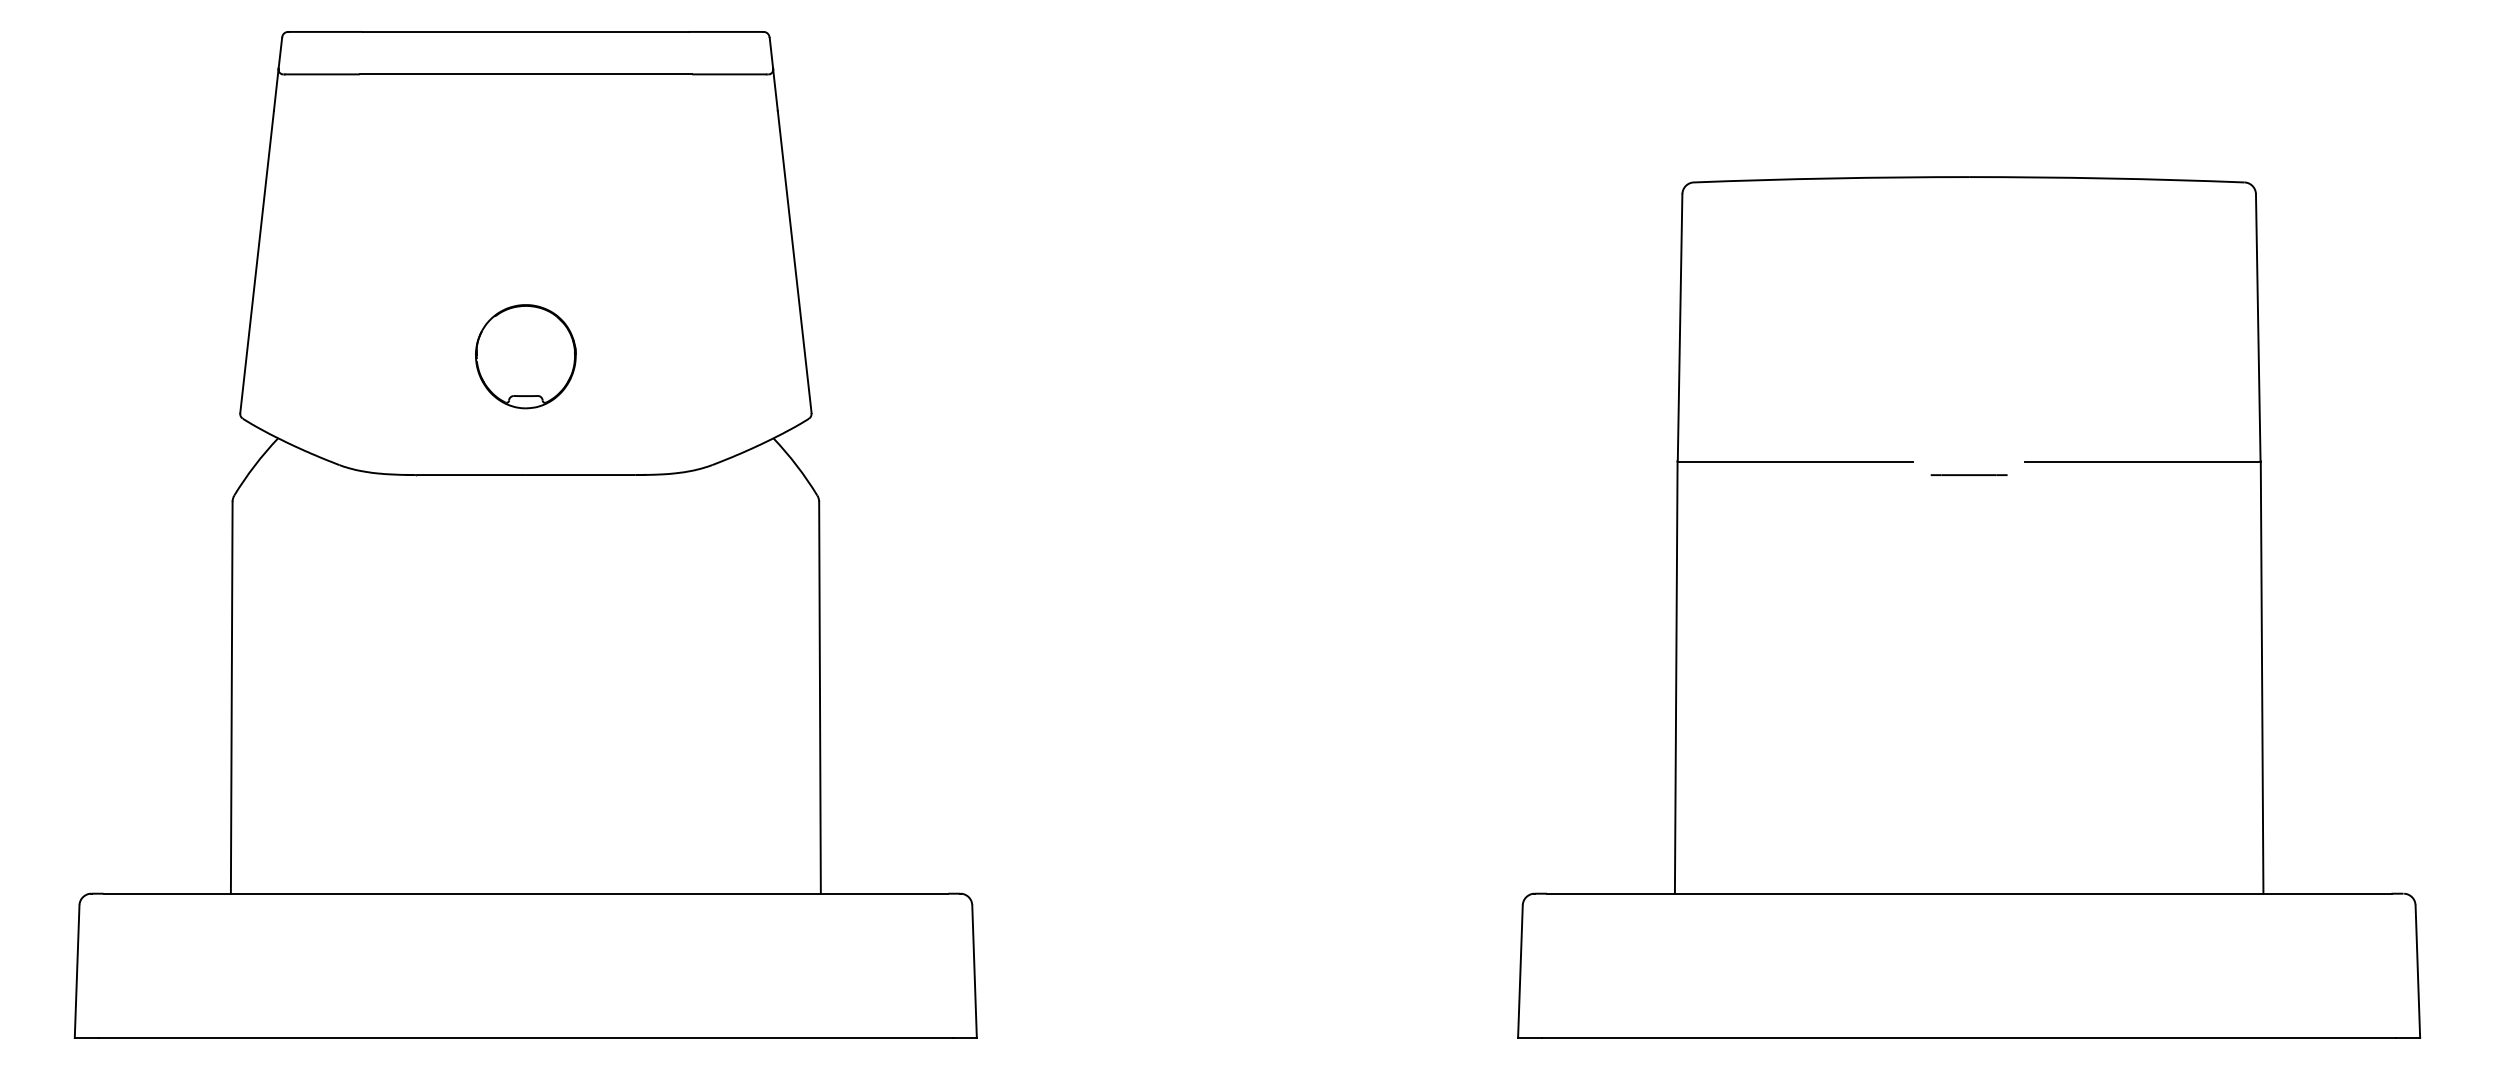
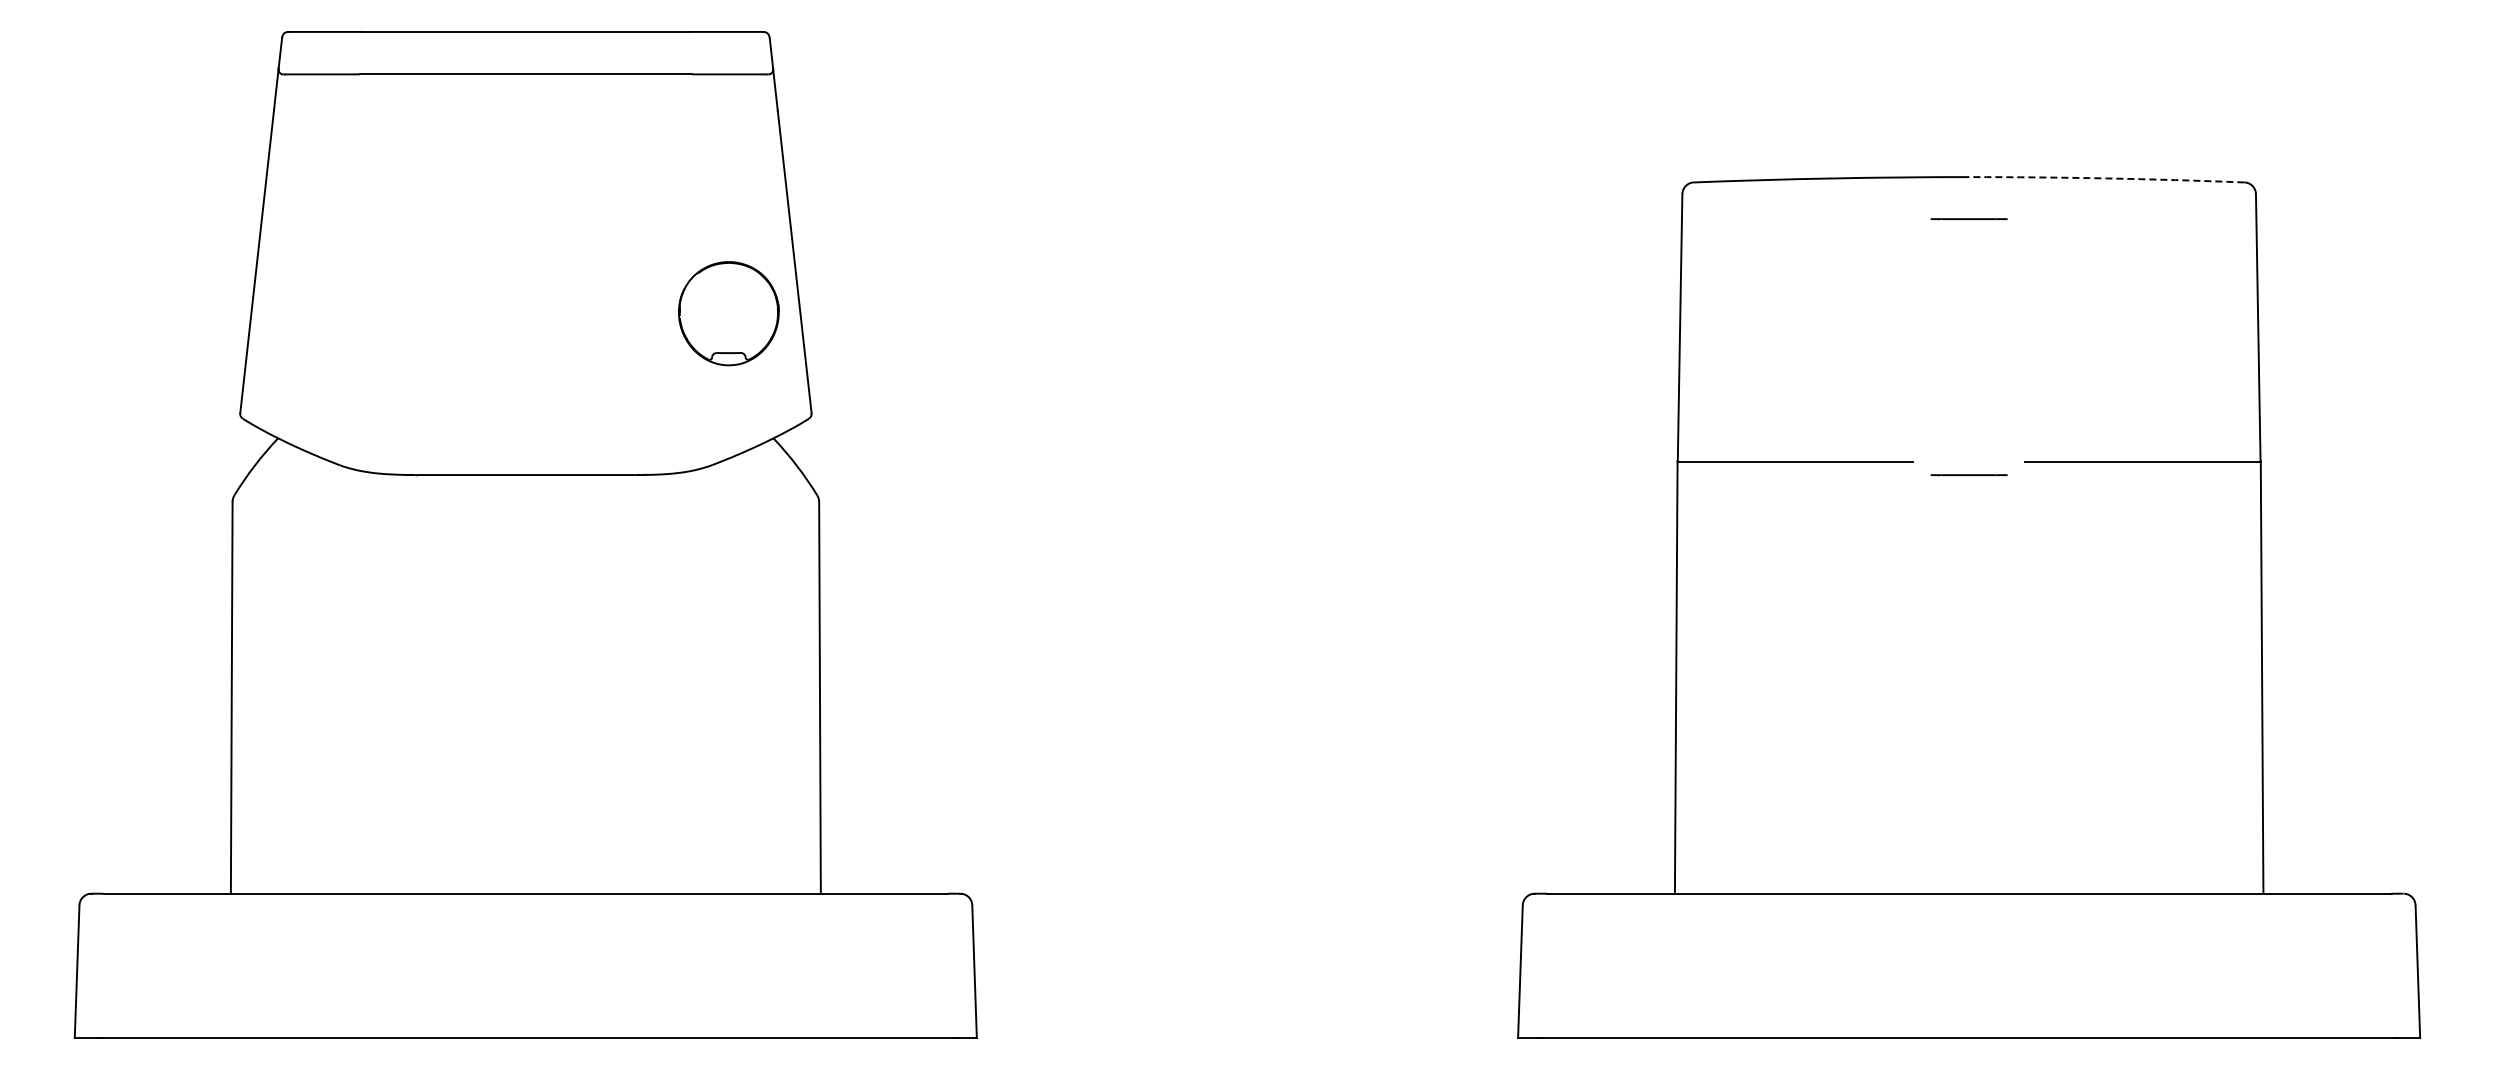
arc at (2106, 178): solid -> dashed
line at (1968, 218): none -> present
part at (525, 356) position: (525, 356) -> (728, 313)
